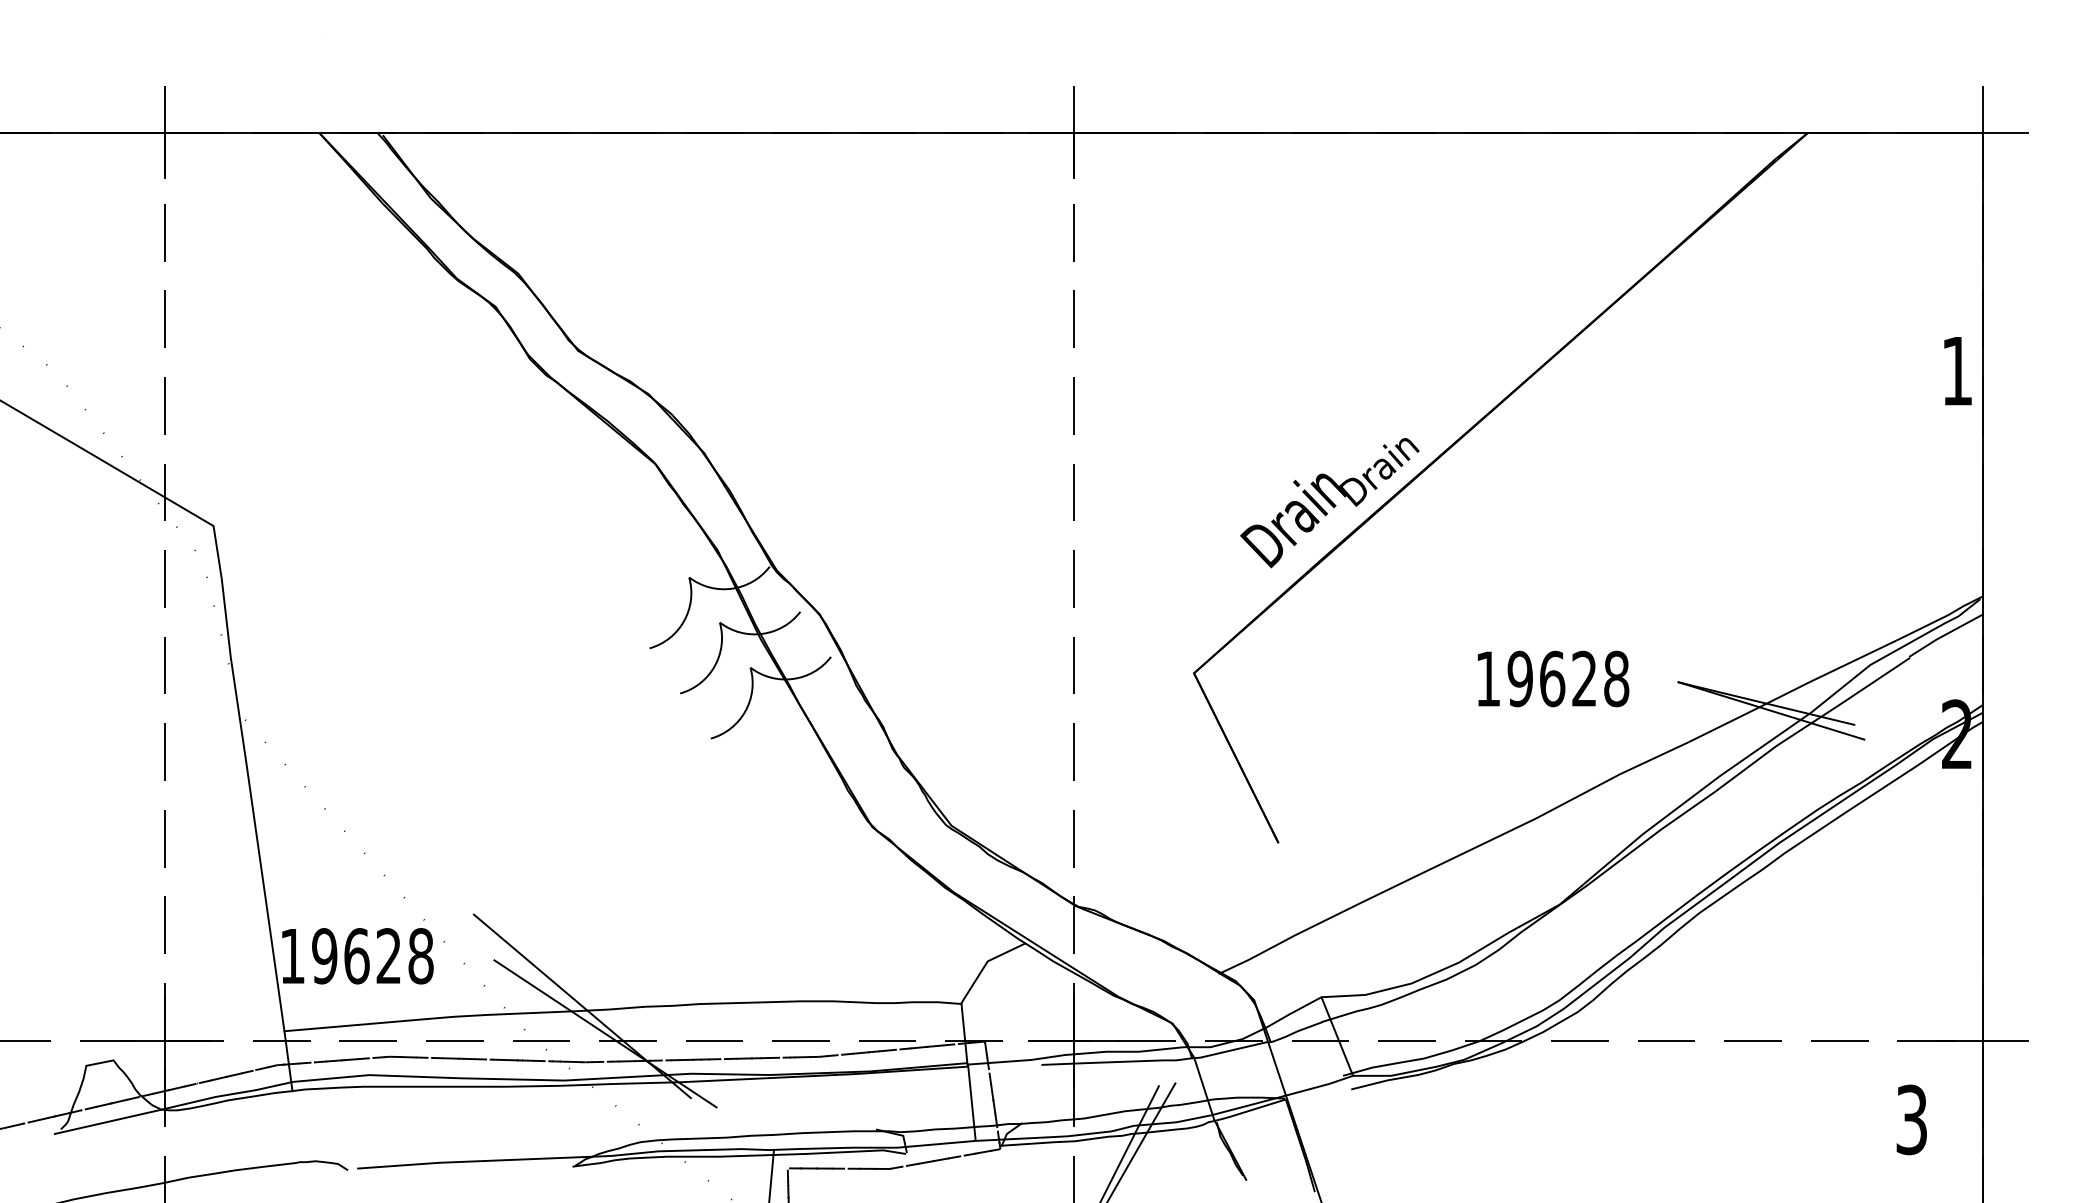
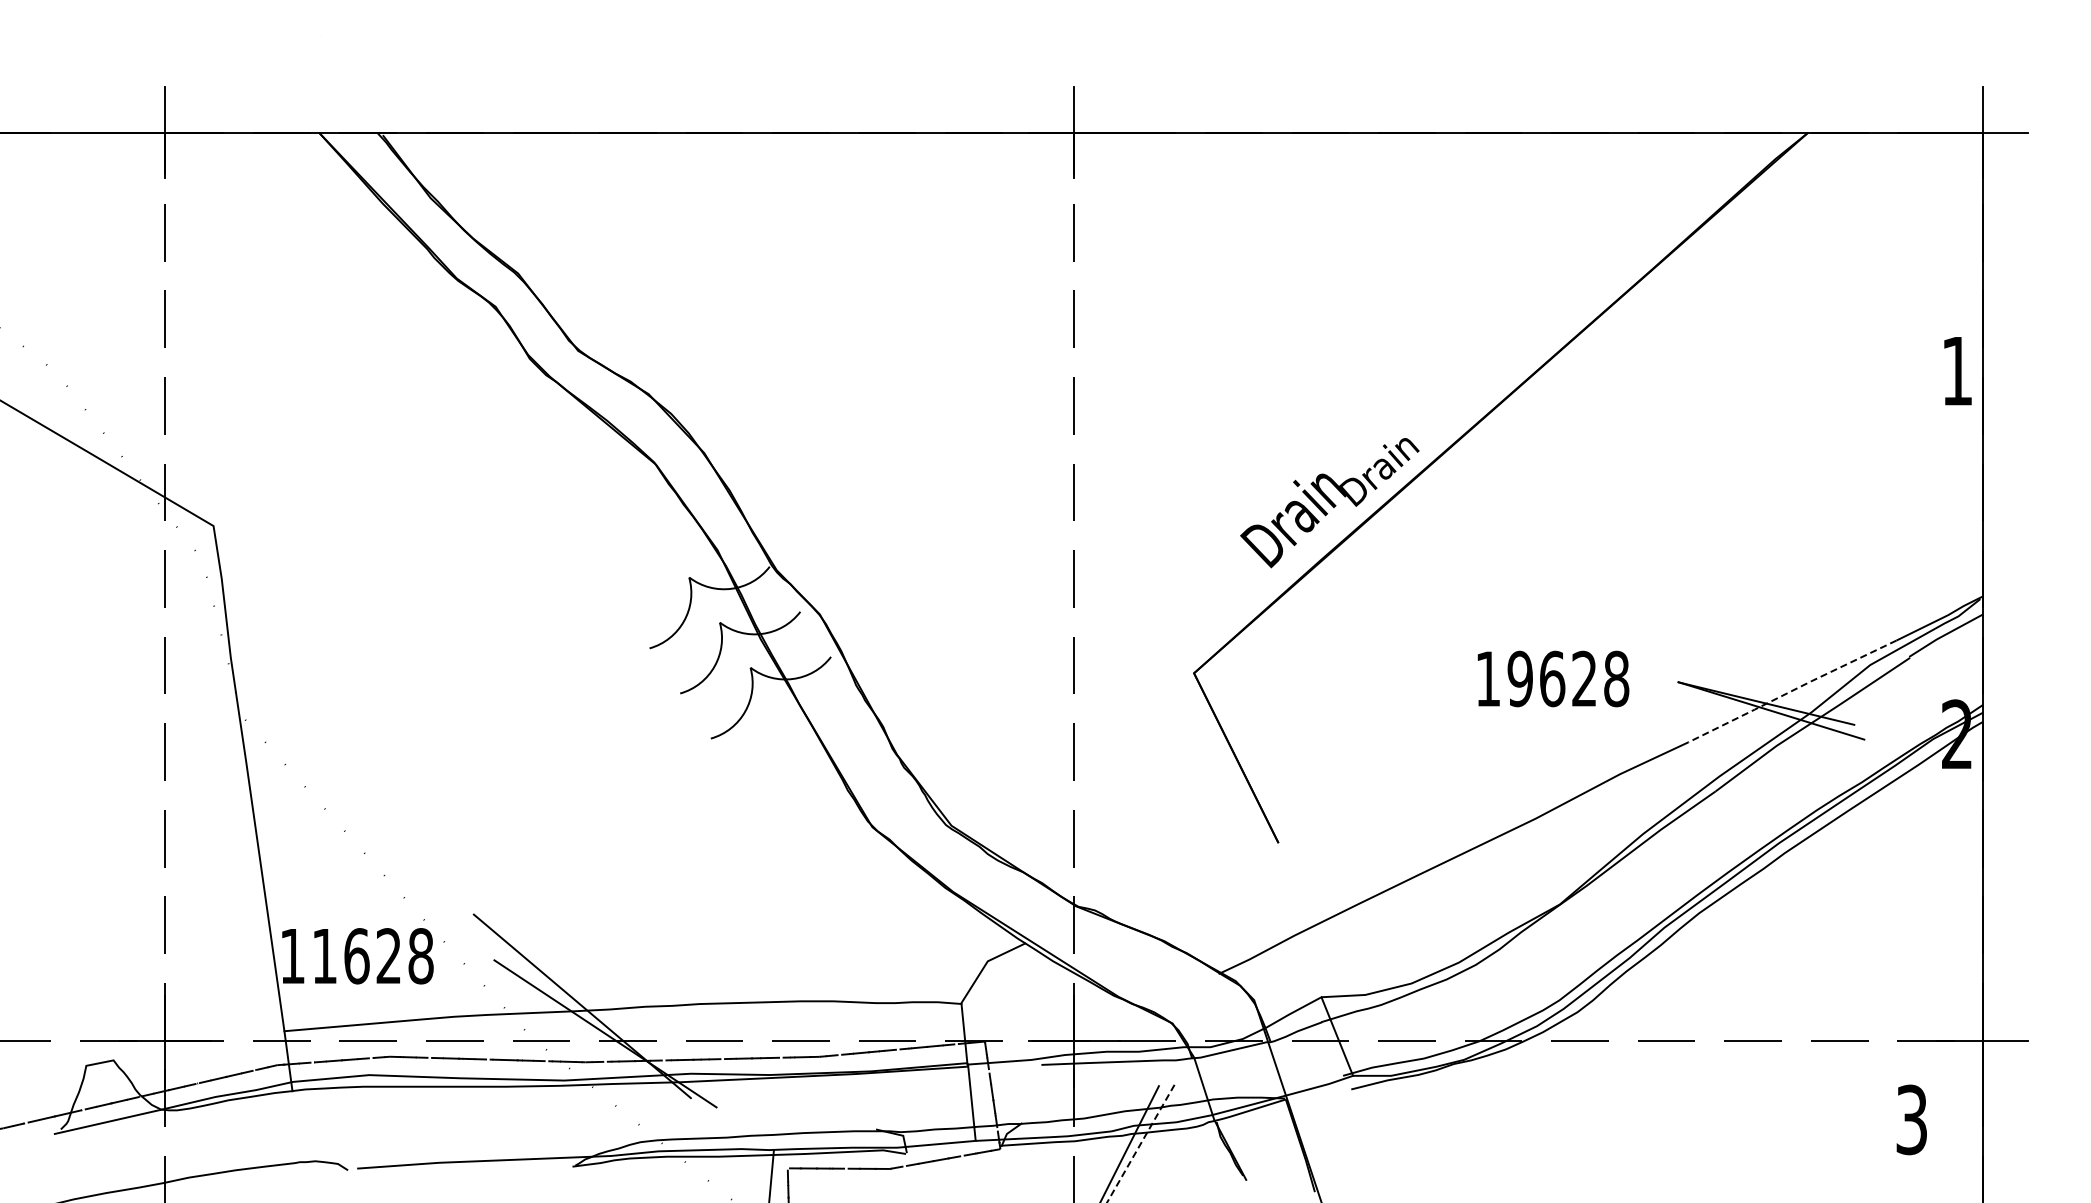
line at (1792, 690): solid -> dashed
text at (324, 956): 19628 -> 11628
line at (1141, 1142): solid -> dashed
